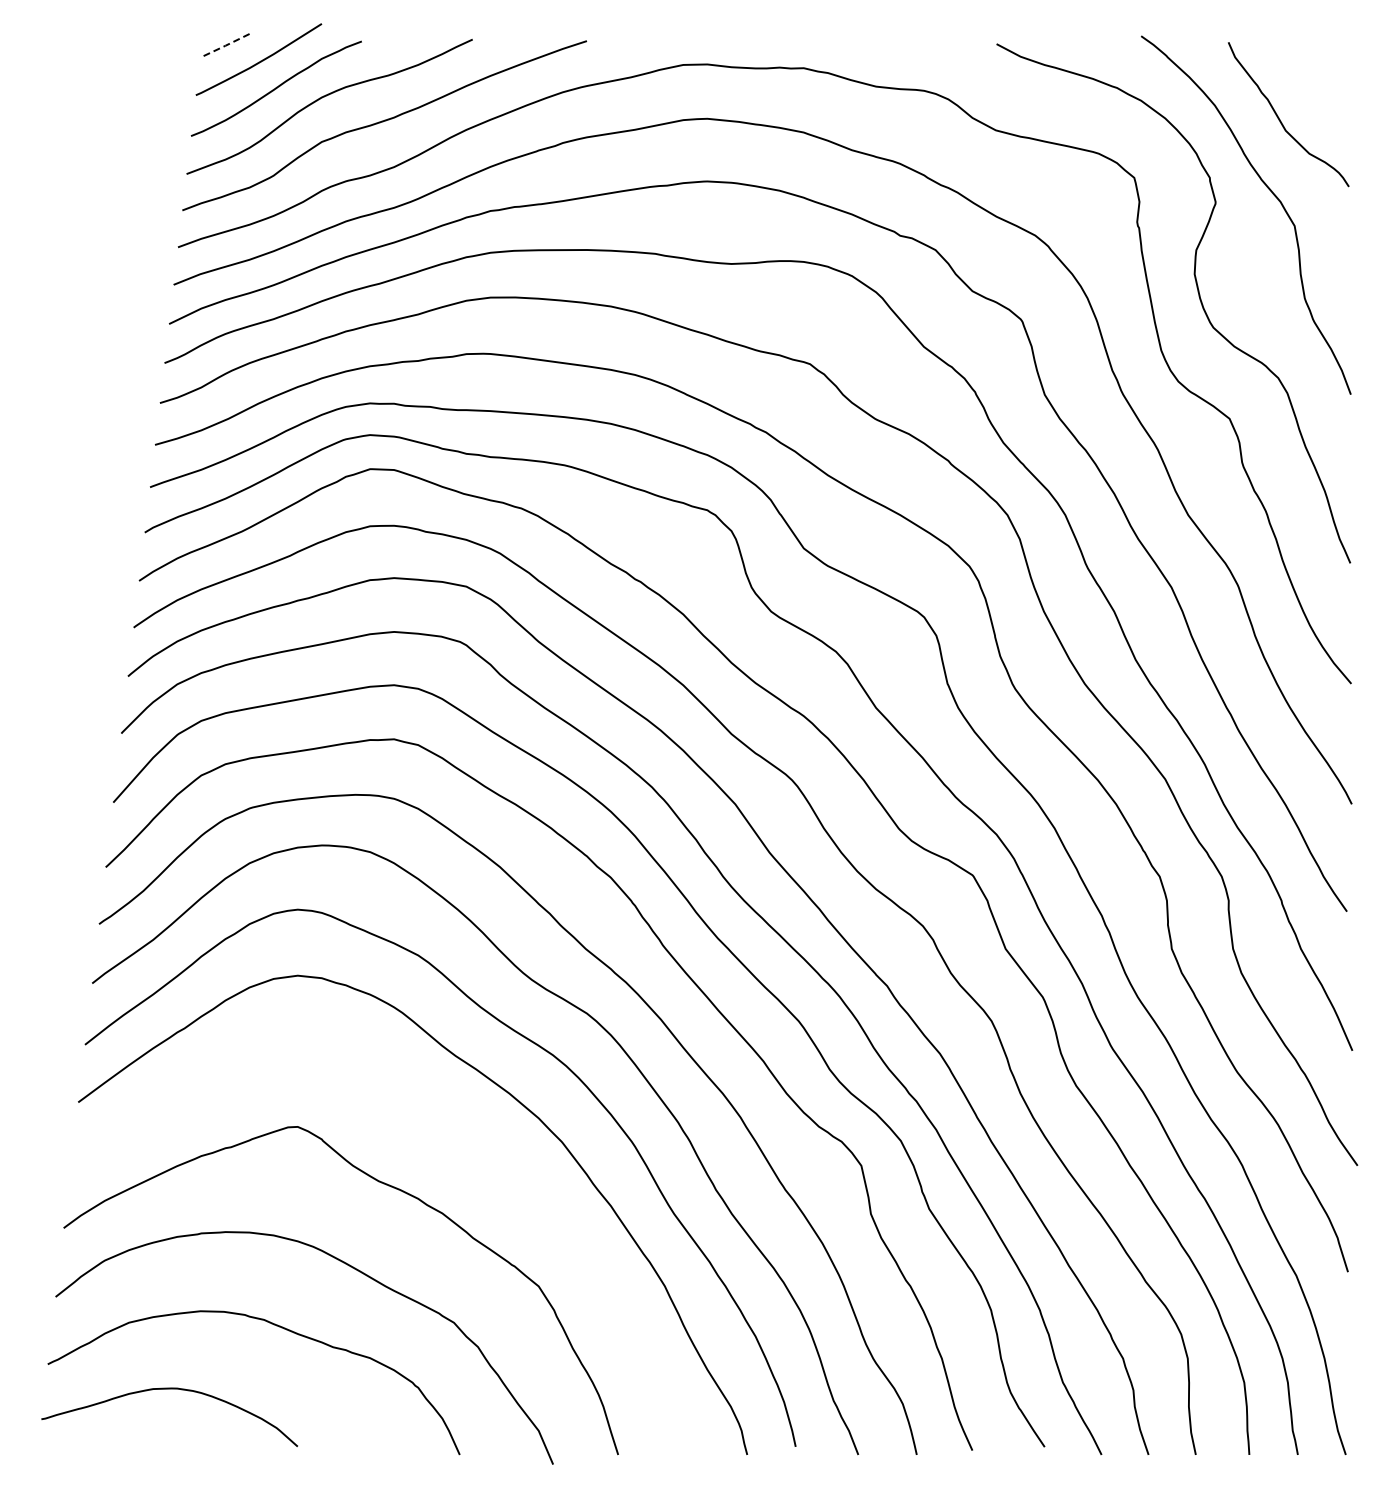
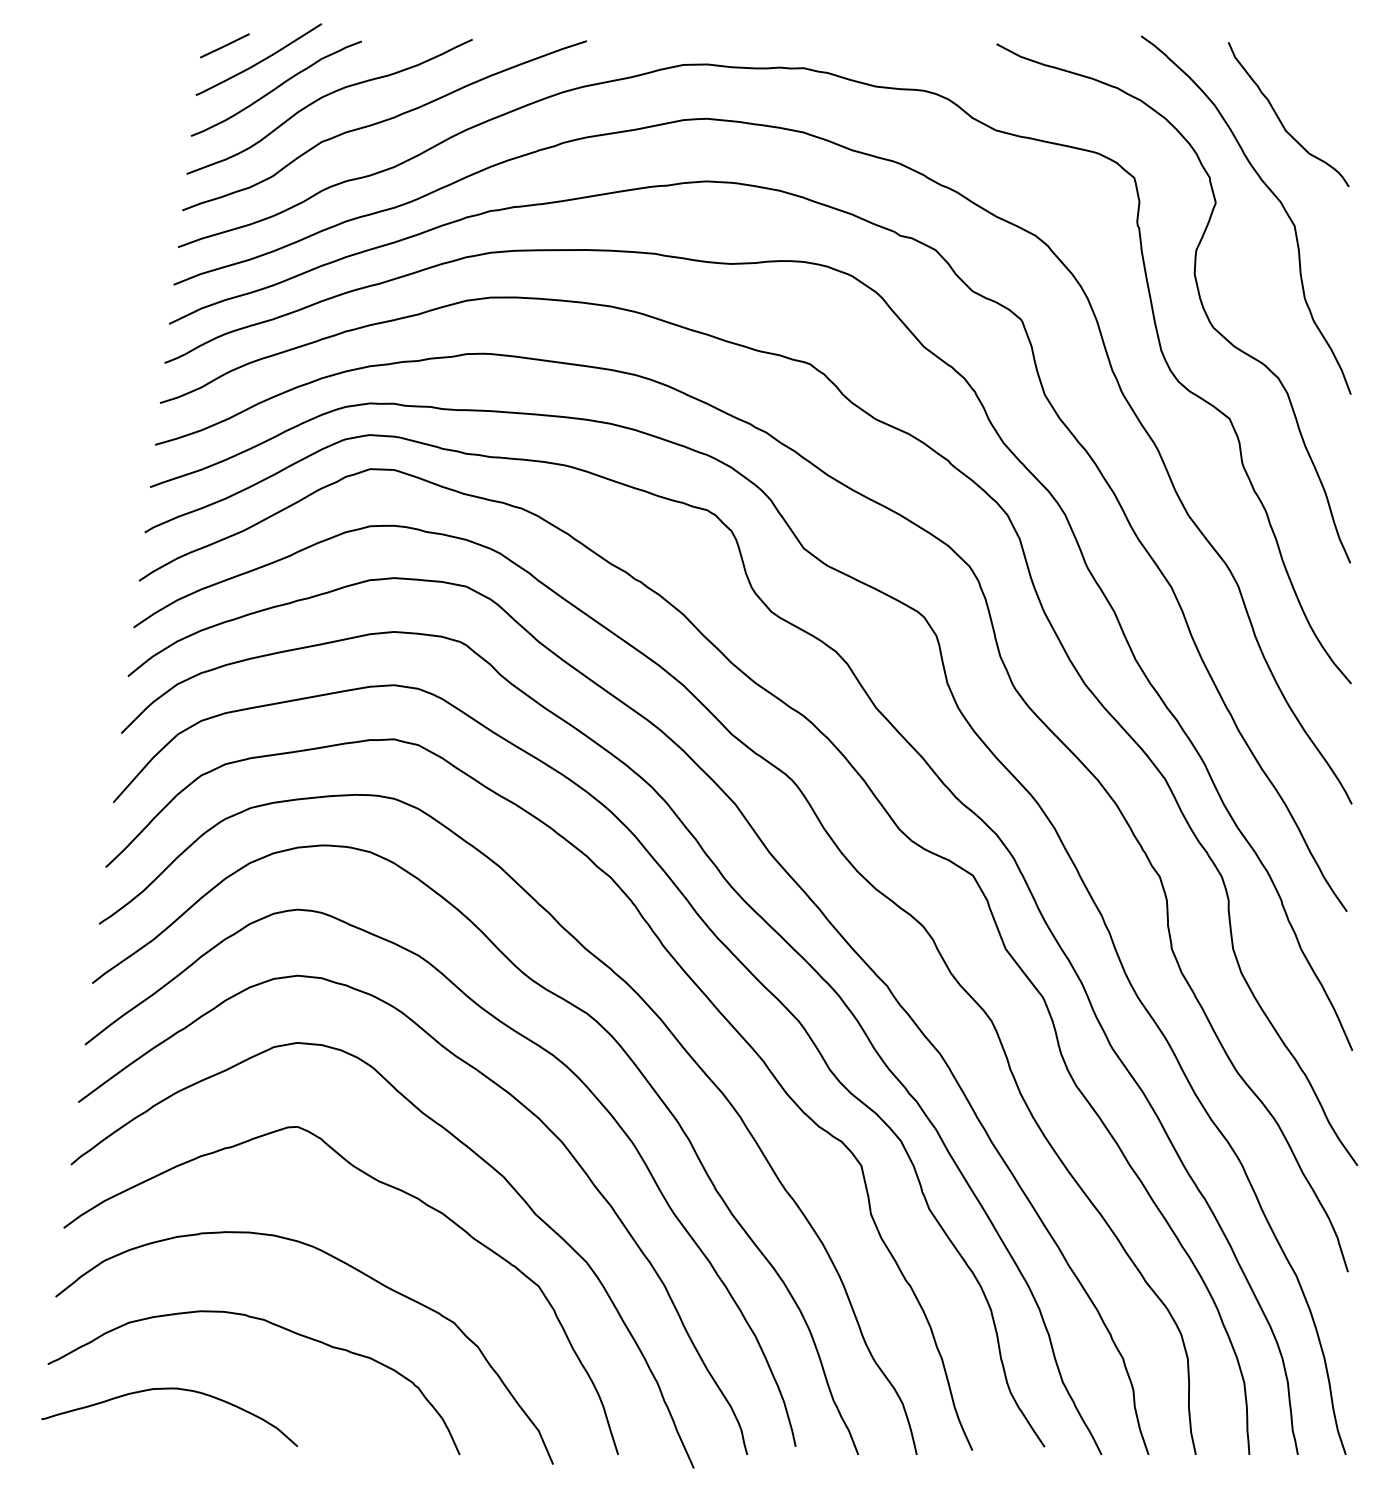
line at (225, 45): dashed -> solid
curve at (472, 1152): none -> present
